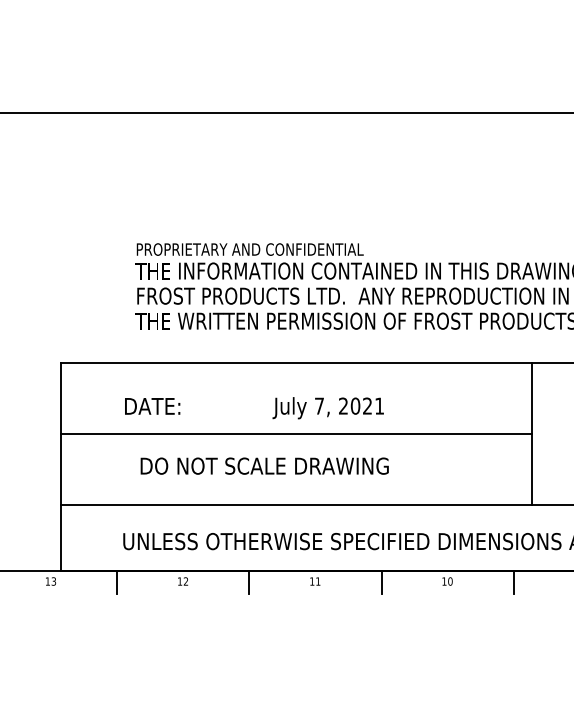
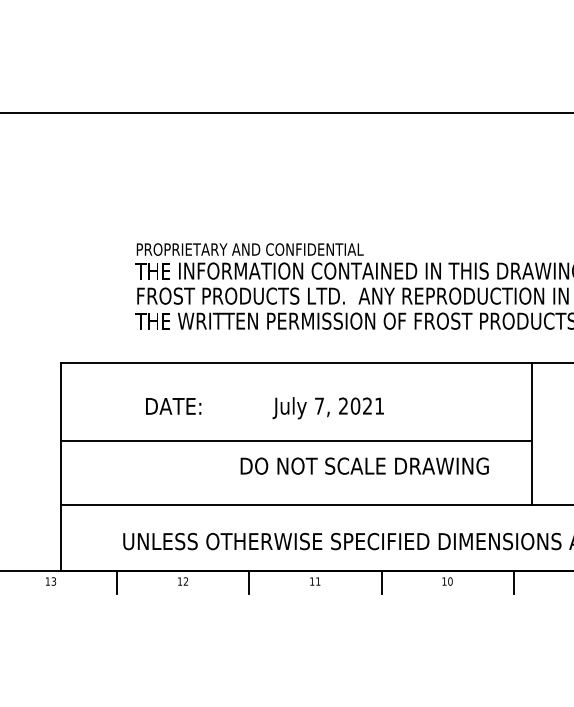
text at (152, 406) position: (152, 406) -> (173, 406)
line at (295, 434) position: (295, 434) -> (295, 441)
text at (264, 465) position: (264, 465) -> (364, 465)
